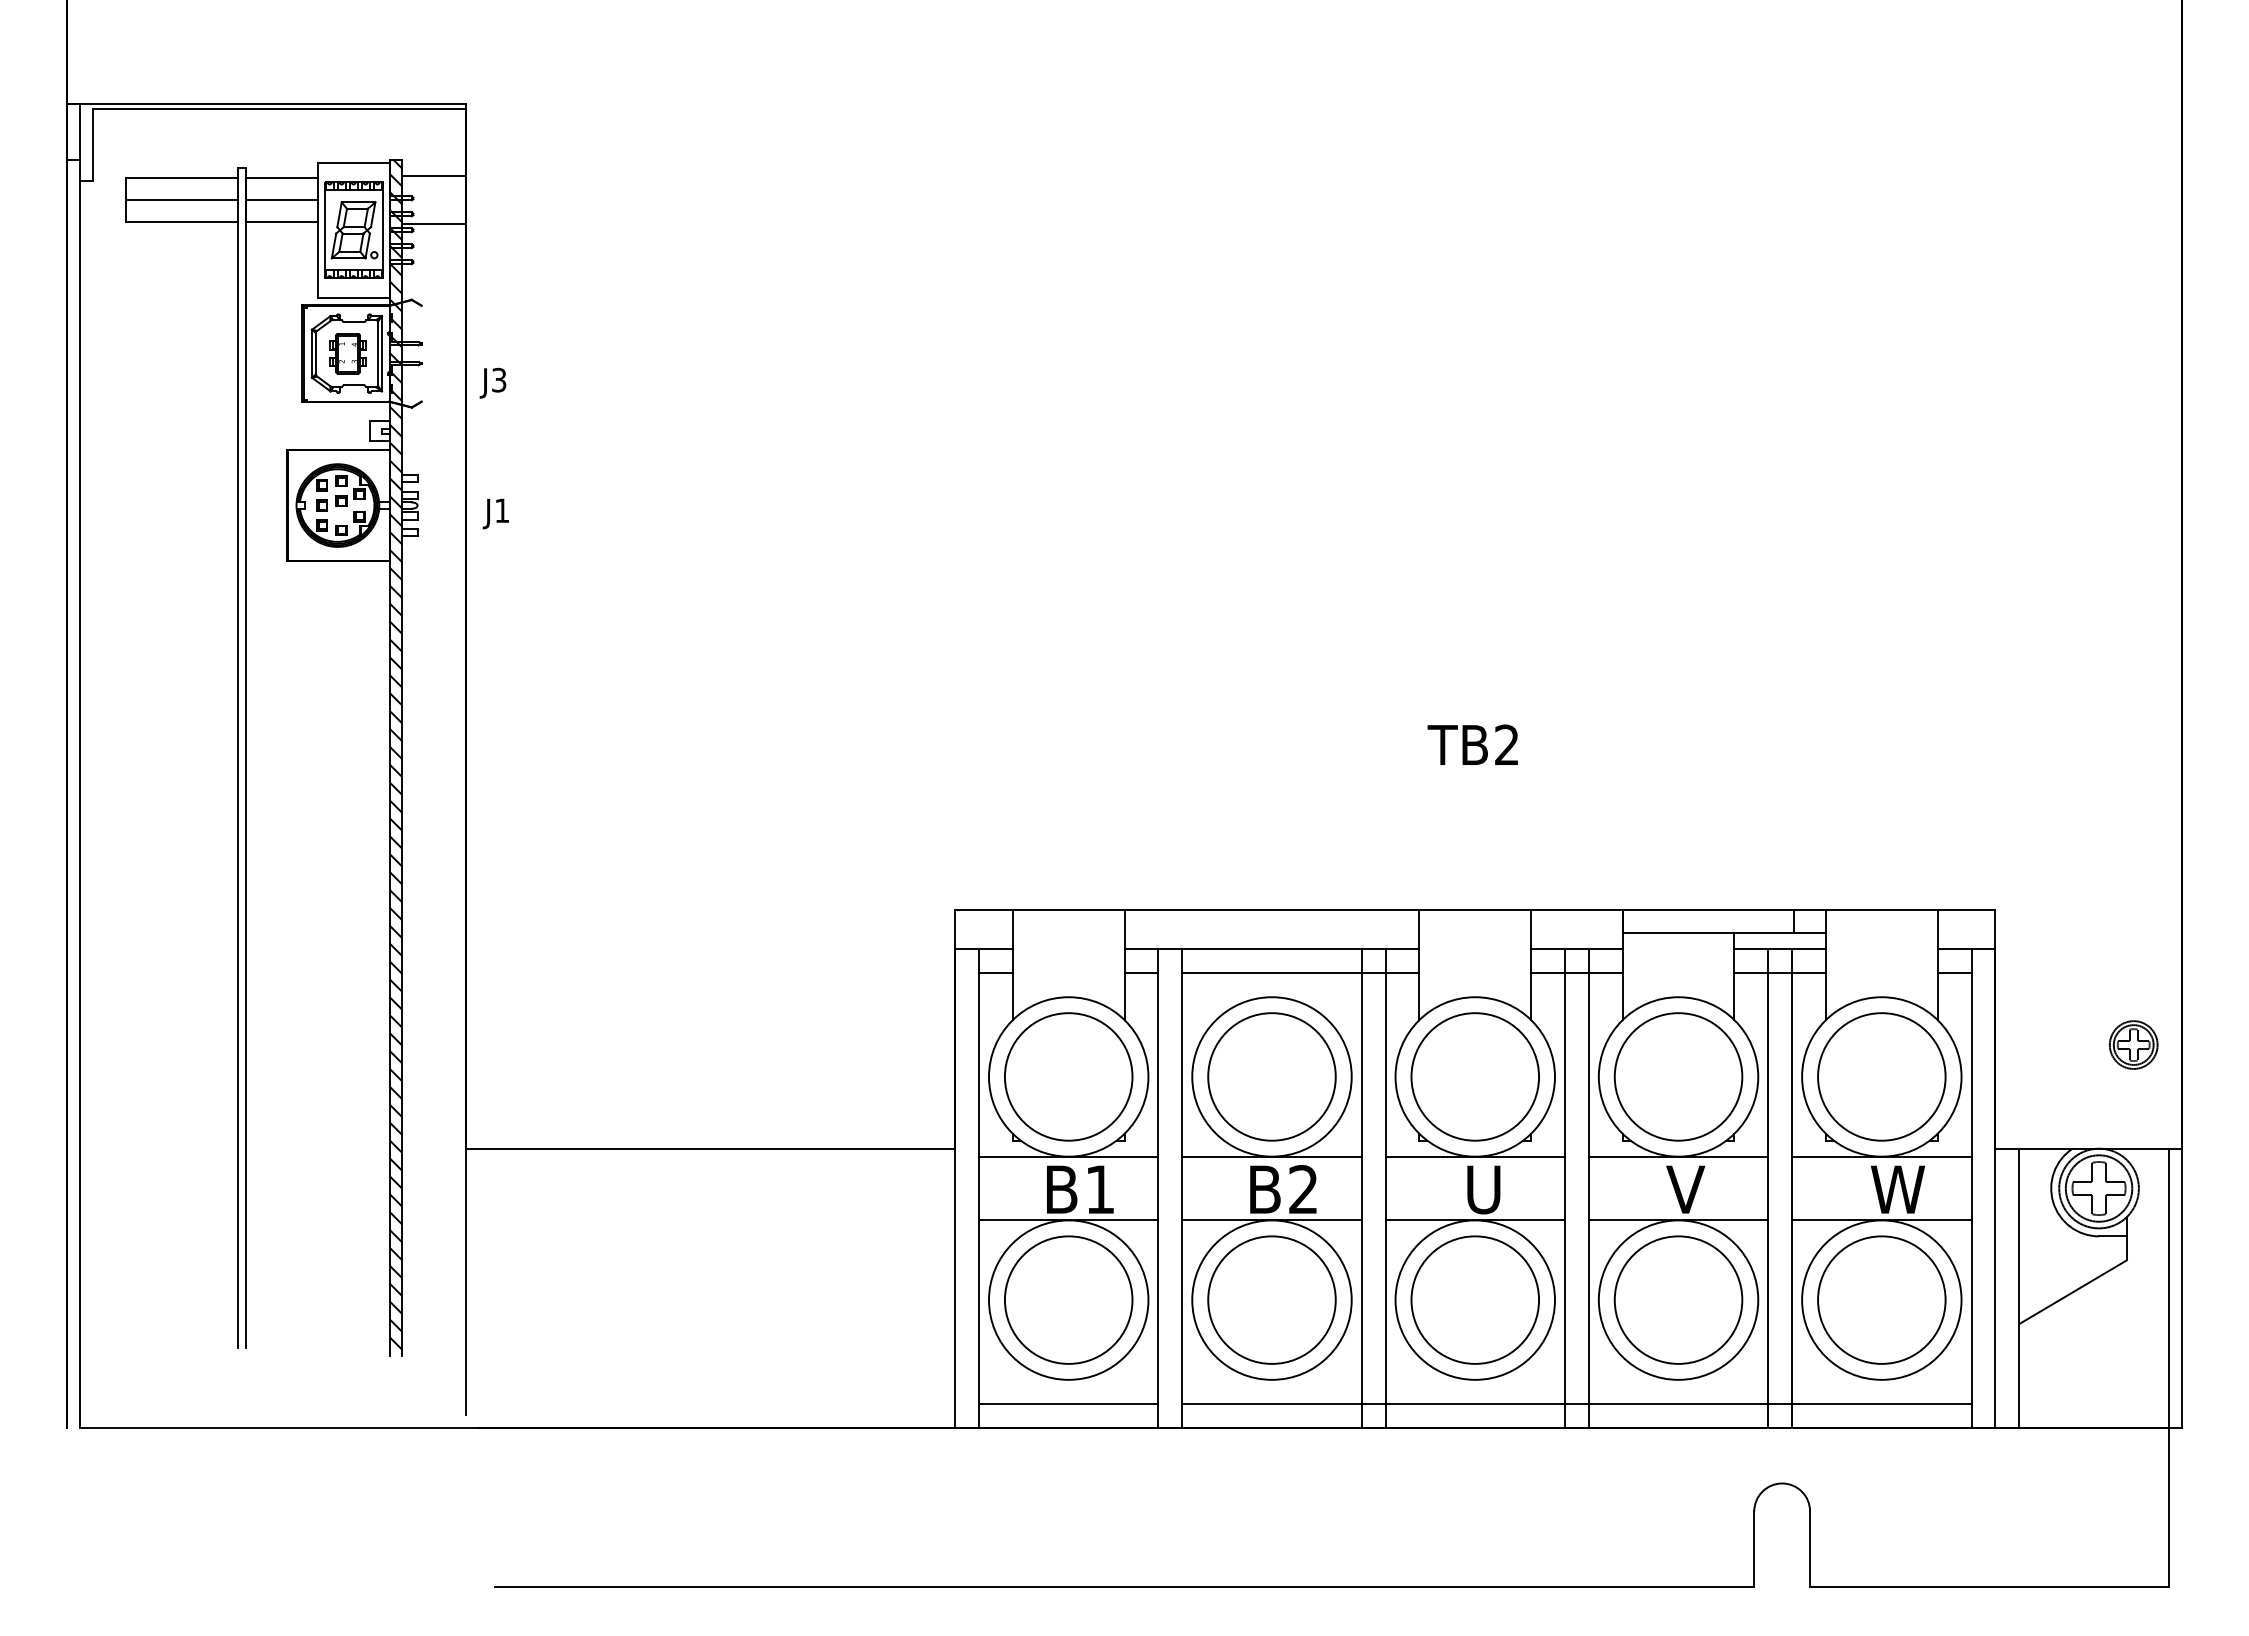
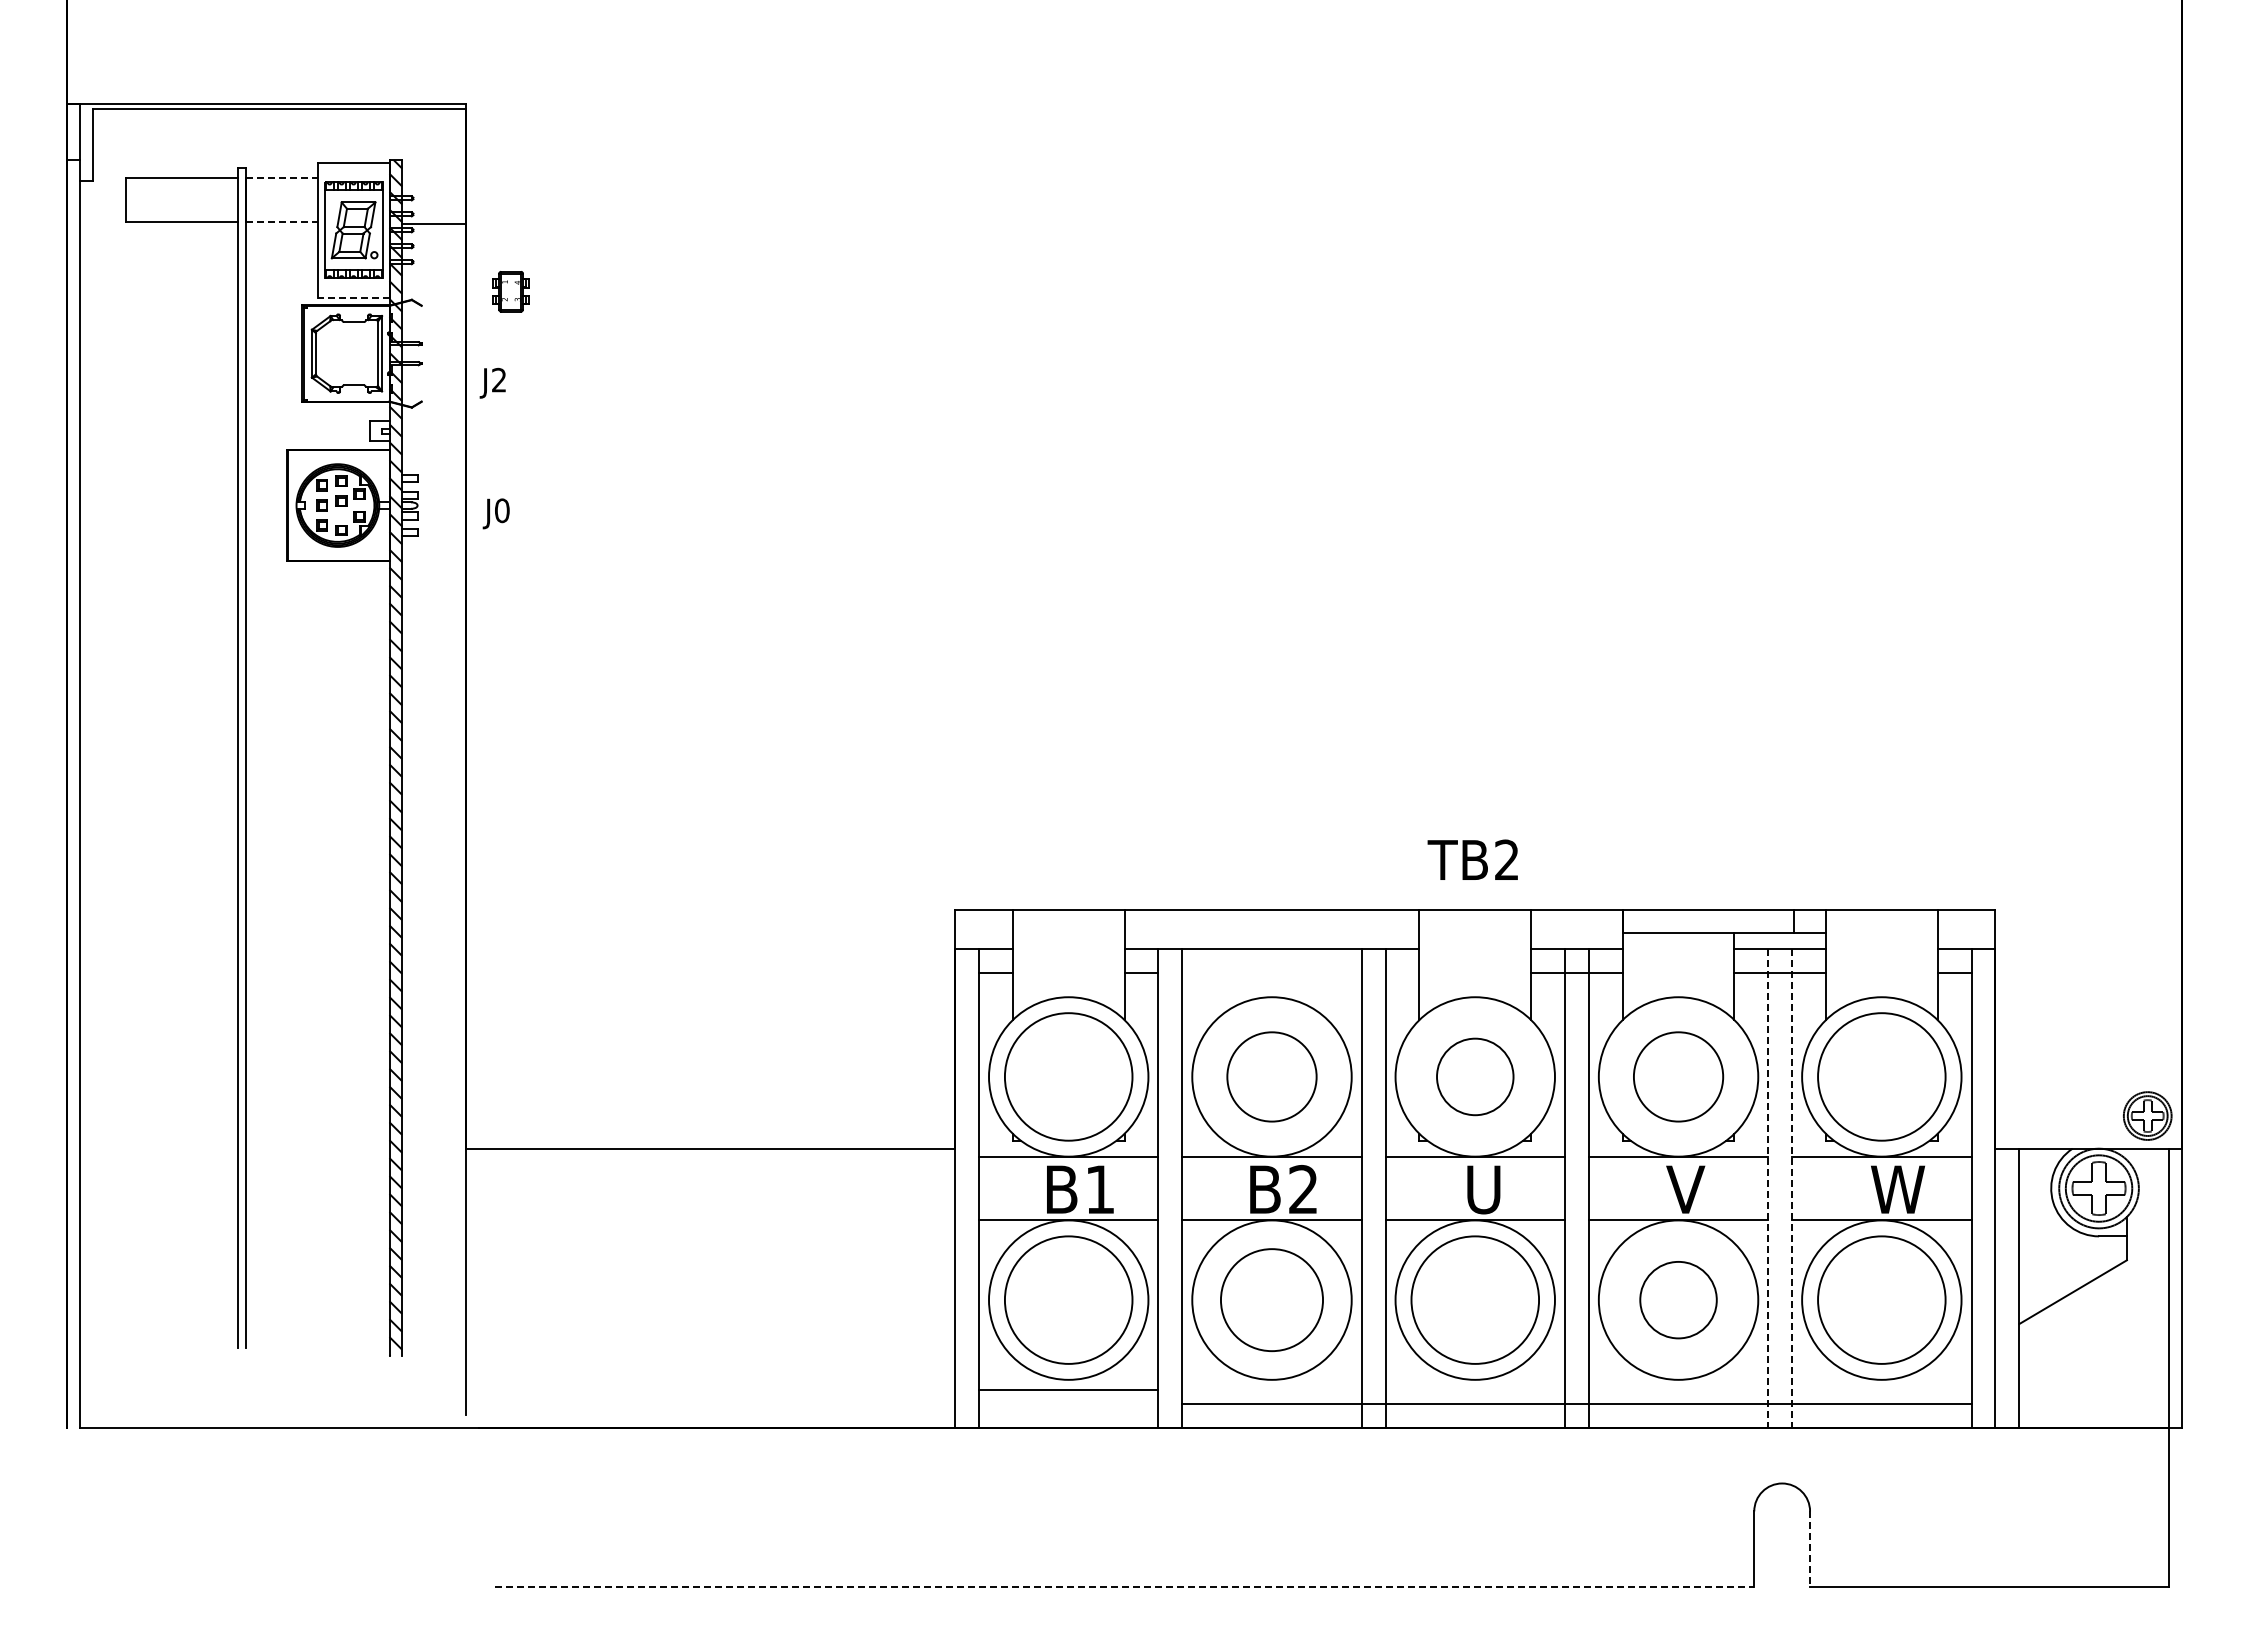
line at (434, 176): present -> none
line at (281, 178): solid -> dashed
line at (182, 200): present -> none
line at (281, 200): present -> none
line at (281, 221): solid -> dashed
line at (353, 298): solid -> dashed
part at (347, 353) position: (347, 353) -> (510, 291)
text at (499, 380): J3 -> J2
text at (502, 510): J1 -> J0
text at (1472, 744) position: (1472, 744) -> (1472, 859)
line at (1300, 973): present -> none
part at (2133, 1044) position: (2133, 1044) -> (2147, 1115)
circle at (1271, 1076) size: 130x130 px -> 92x92 px
circle at (1475, 1076) diameter: 128 px -> 77 px
circle at (1678, 1076) diameter: 128 px -> 89 px
line at (1768, 1189): solid -> dashed
line at (1792, 1189): solid -> dashed
circle at (1271, 1299) diameter: 128 px -> 102 px
circle at (1678, 1299) diameter: 128 px -> 77 px
line at (1068, 1403) position: (1068, 1403) -> (1068, 1389)
line at (1810, 1549): solid -> dashed
line at (1124, 1587): solid -> dashed
